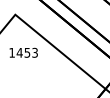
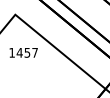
text at (34, 52): 1453 -> 1457
